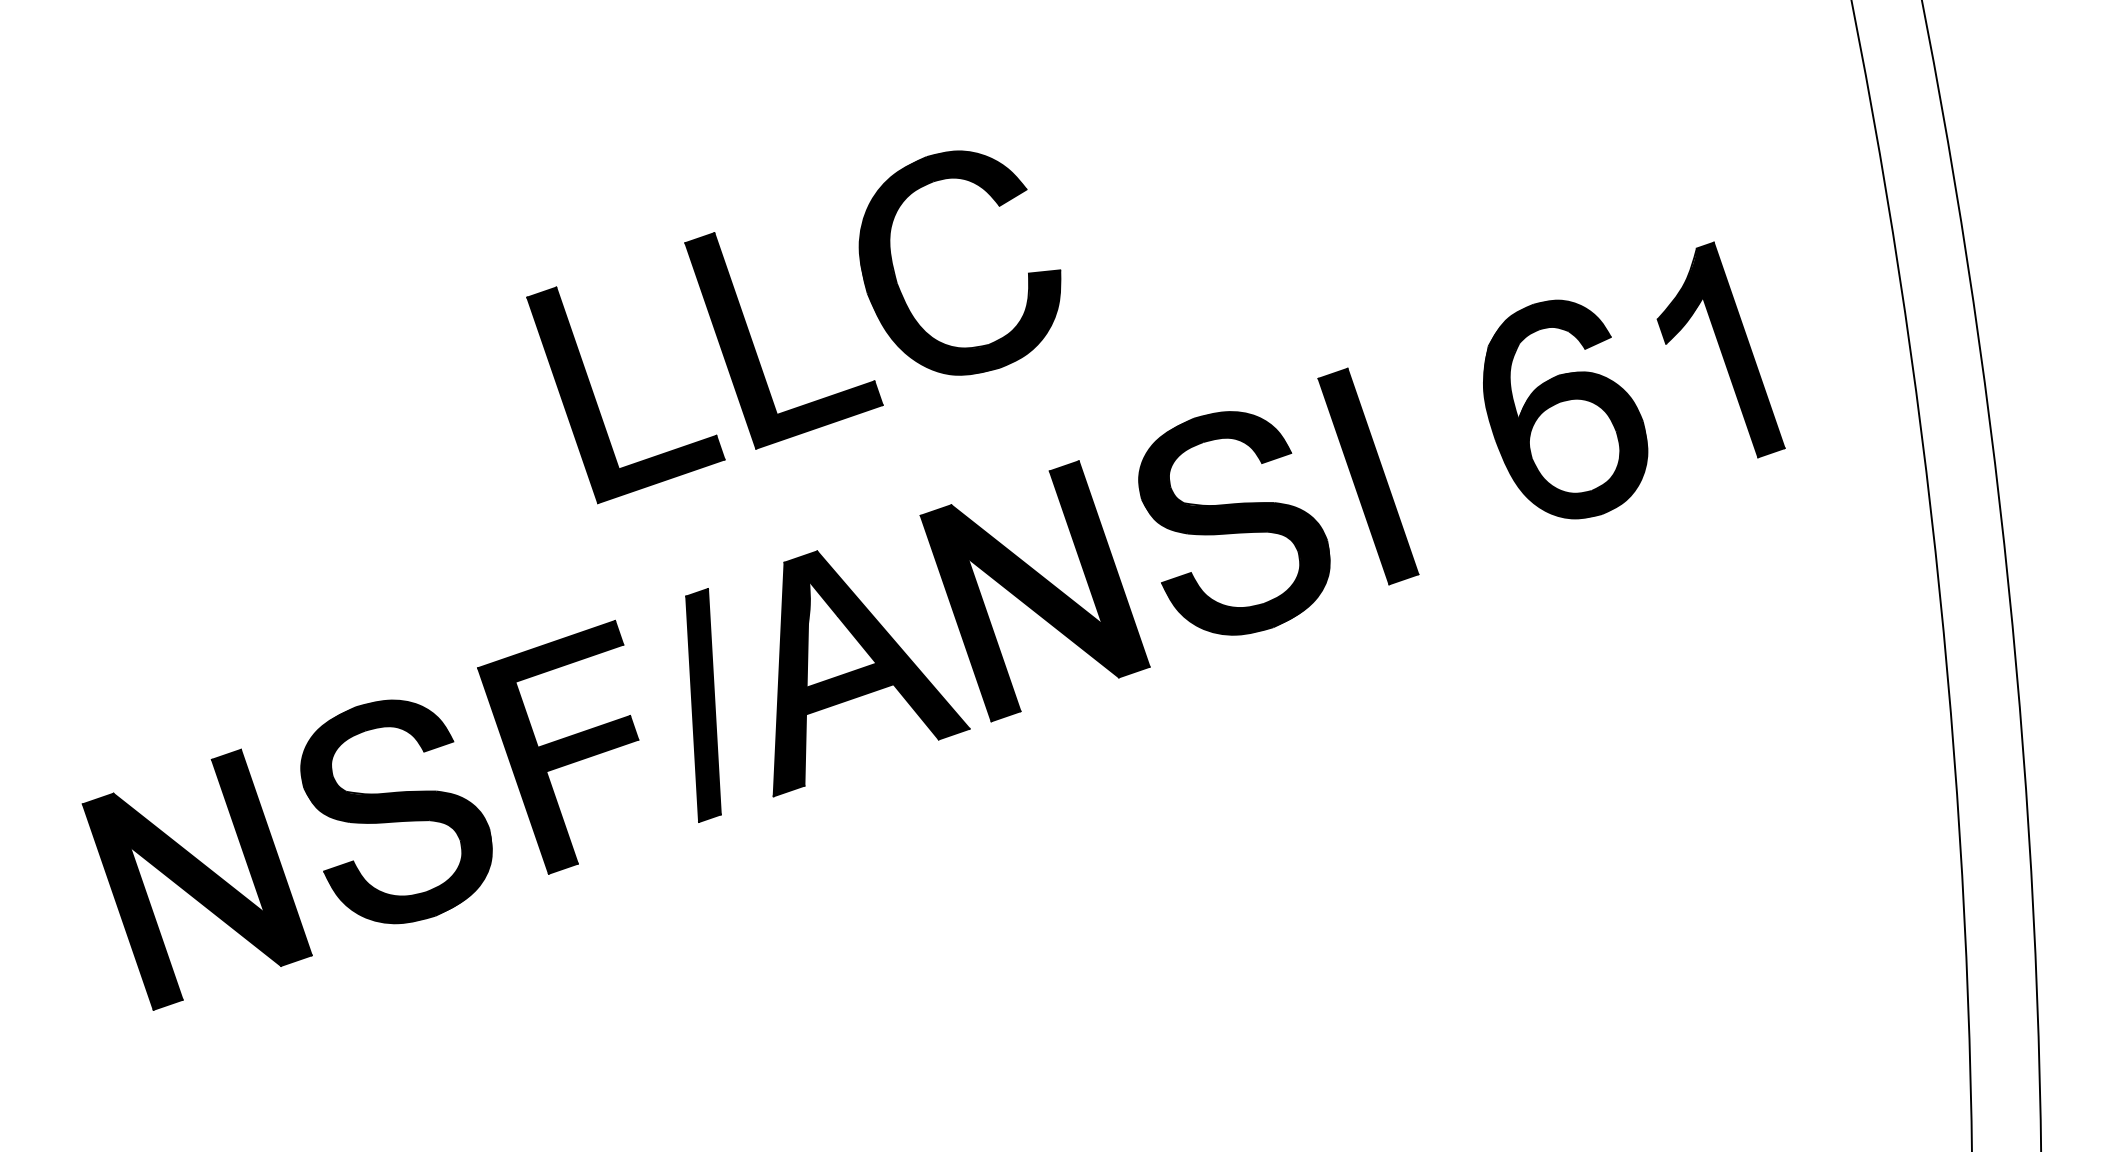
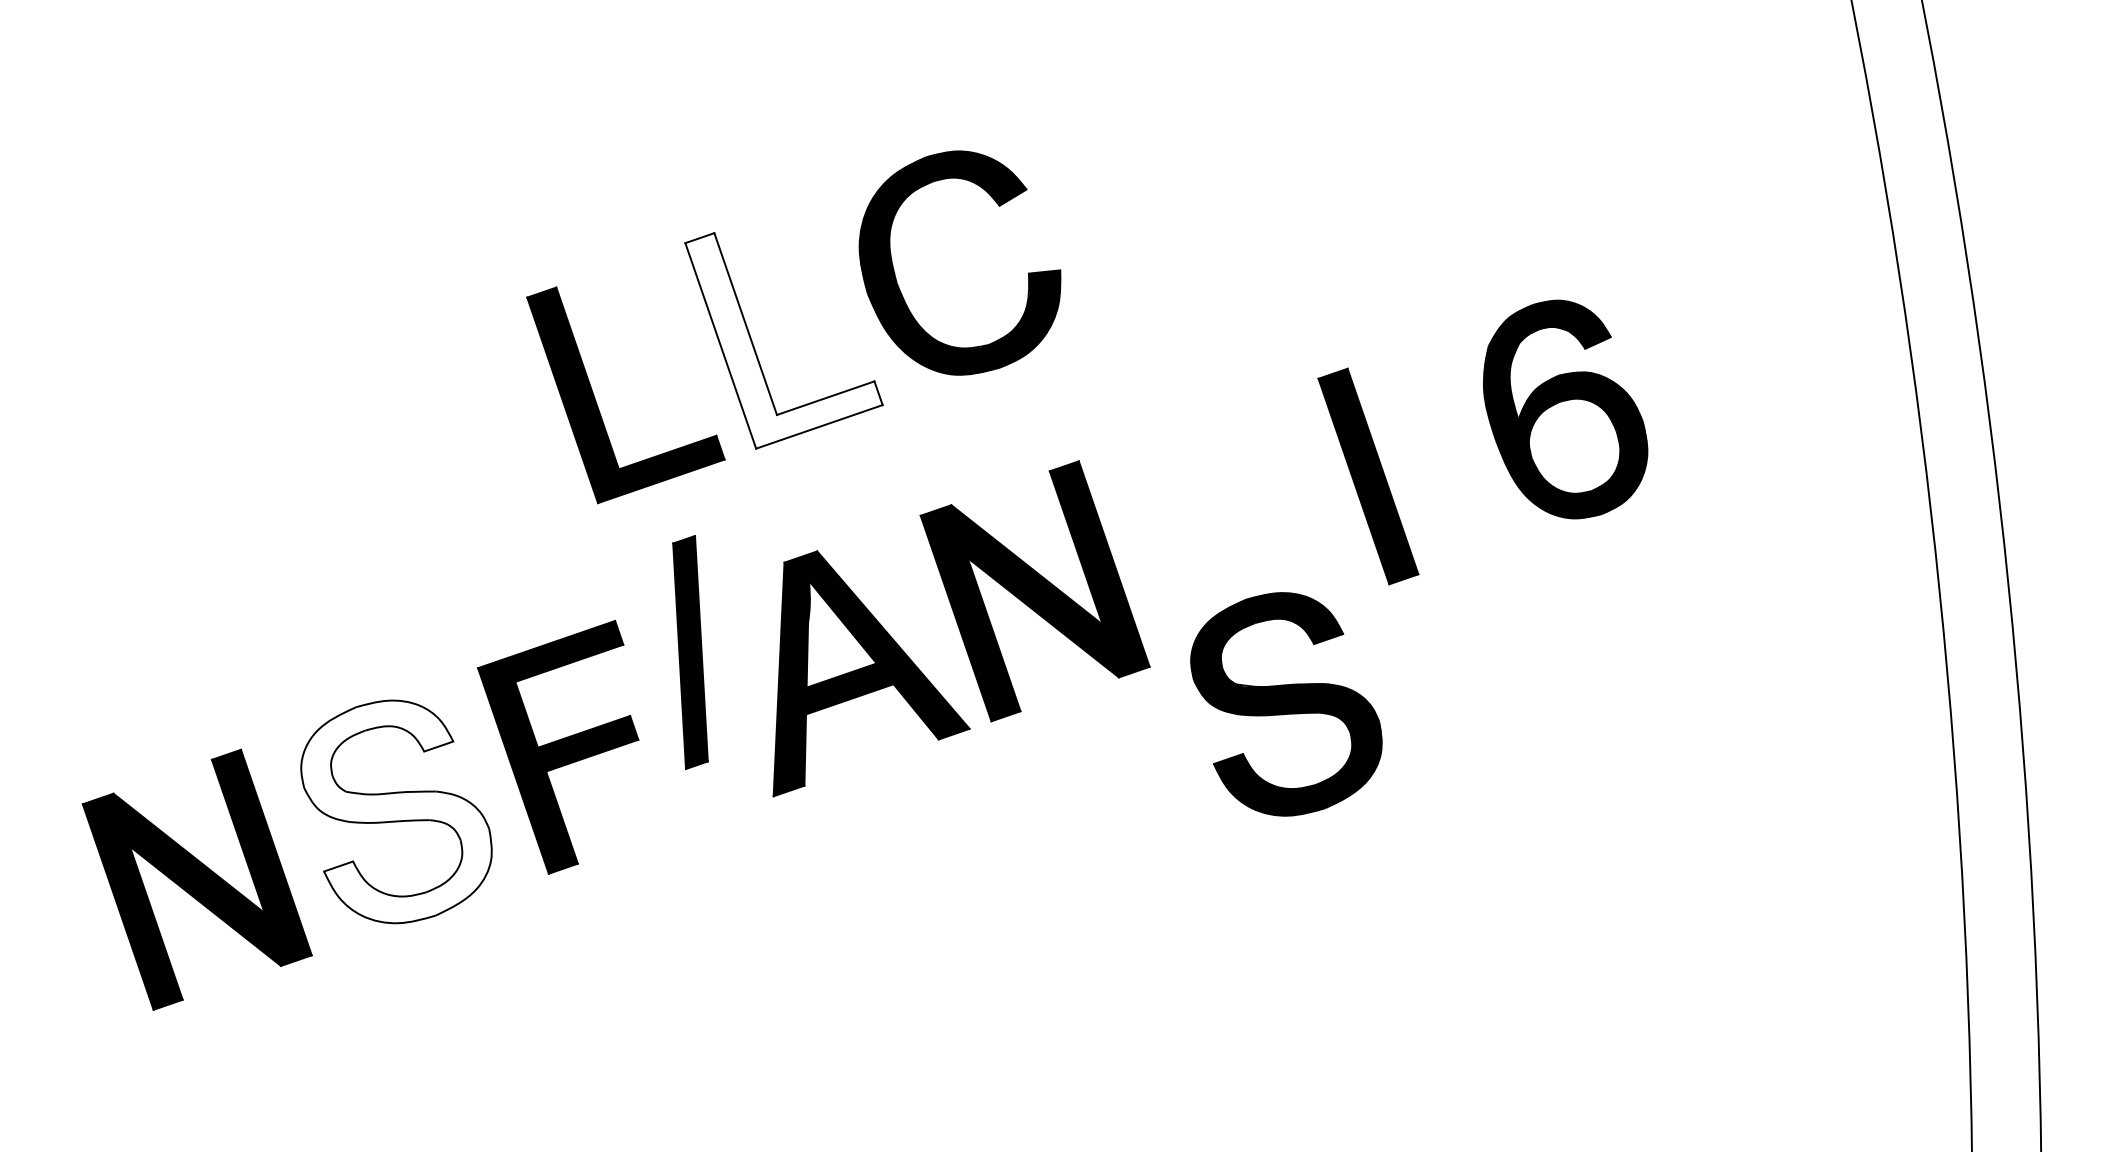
fill at (783, 340): present -> none
part at (1720, 349): present -> none
part at (1234, 523) position: (1234, 523) -> (1286, 704)
part at (703, 705) position: (703, 705) -> (690, 652)
fill at (396, 811): present -> none
